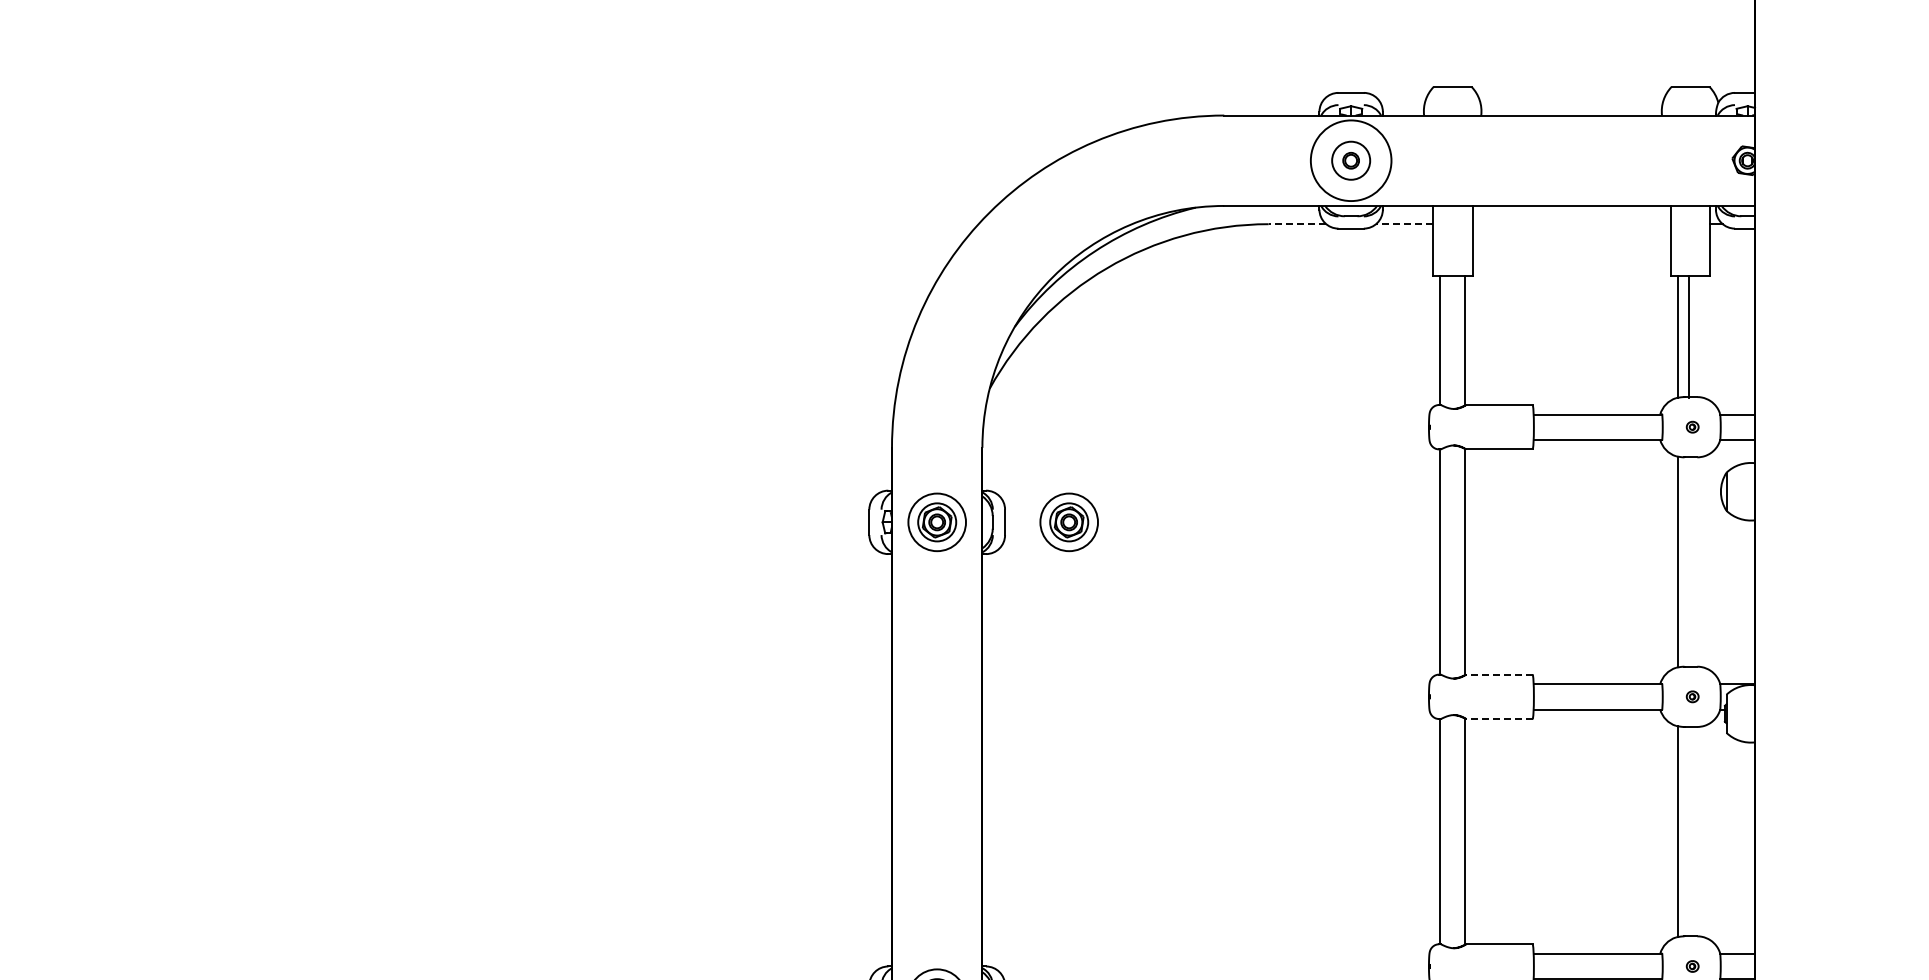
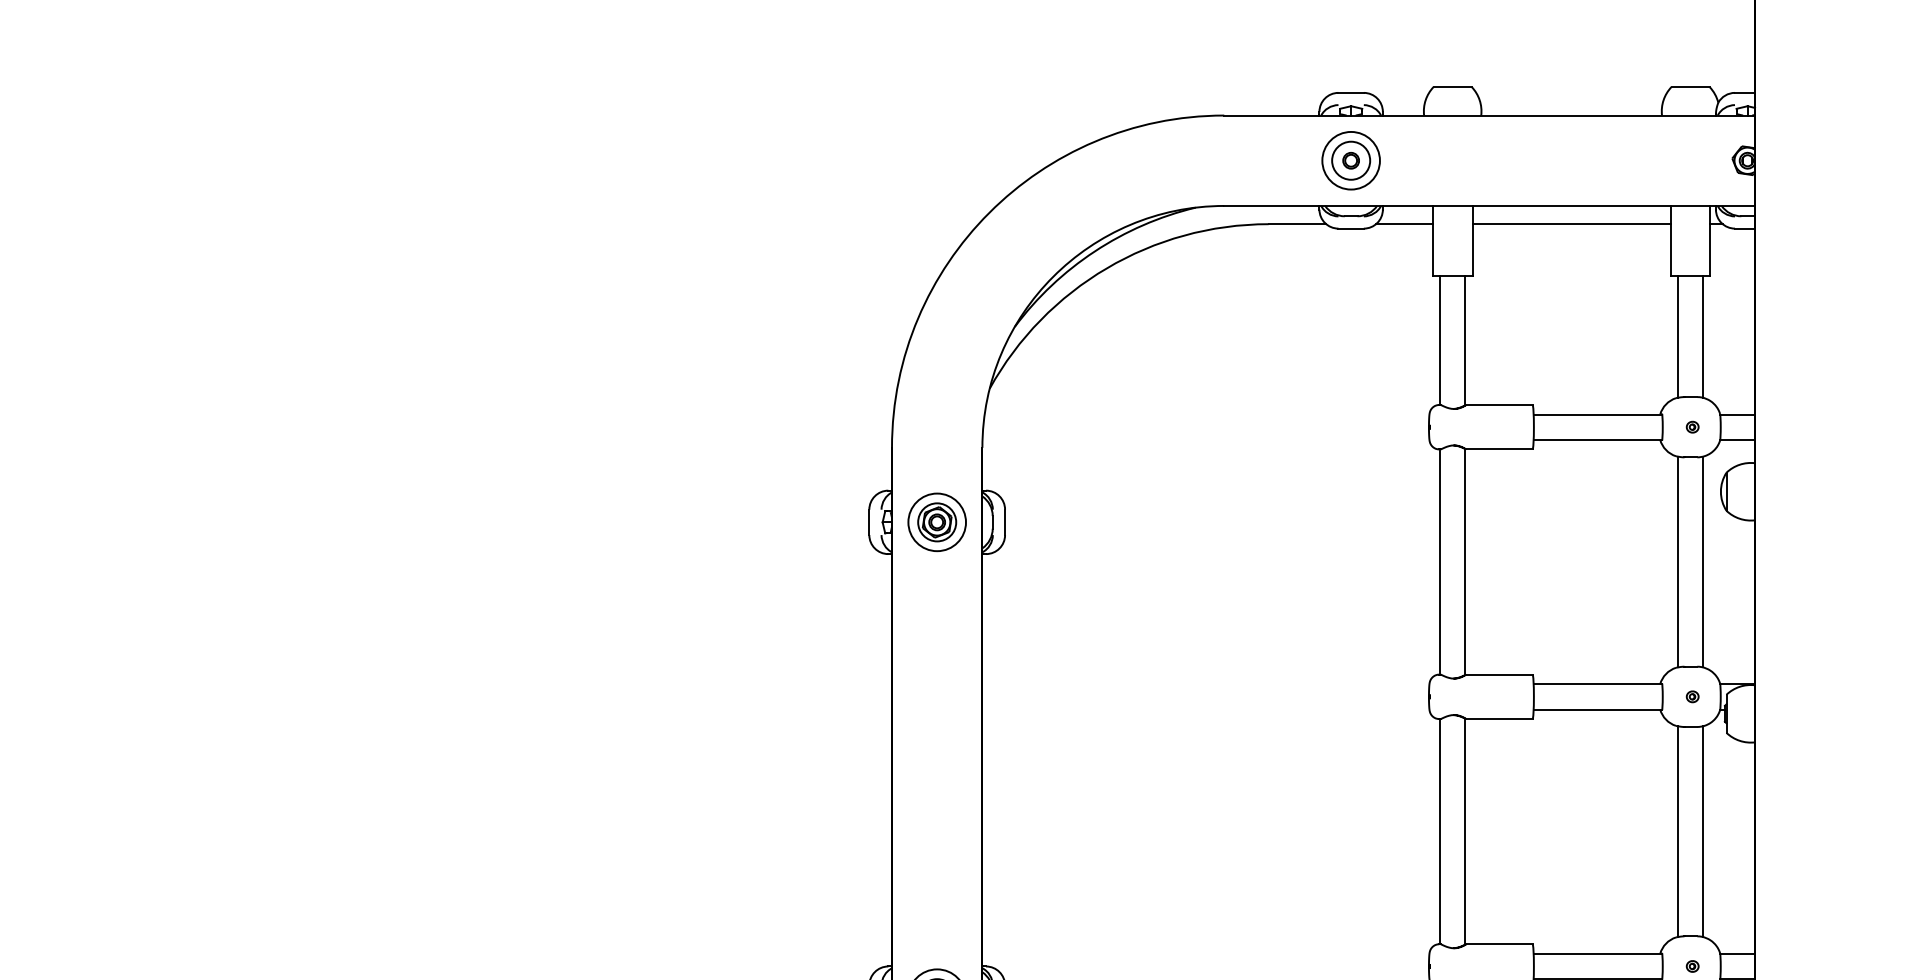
circle at (1350, 160) diameter: 81 px -> 58 px
line at (1297, 224): dashed -> solid
line at (1403, 224): dashed -> solid
line at (1571, 224): none -> present
line at (1689, 336) position: (1689, 336) -> (1703, 336)
part at (1068, 522): present -> none
line at (1703, 561): none -> present
line at (1498, 674): dashed -> solid
line at (1498, 719): dashed -> solid
line at (1703, 831): none -> present
